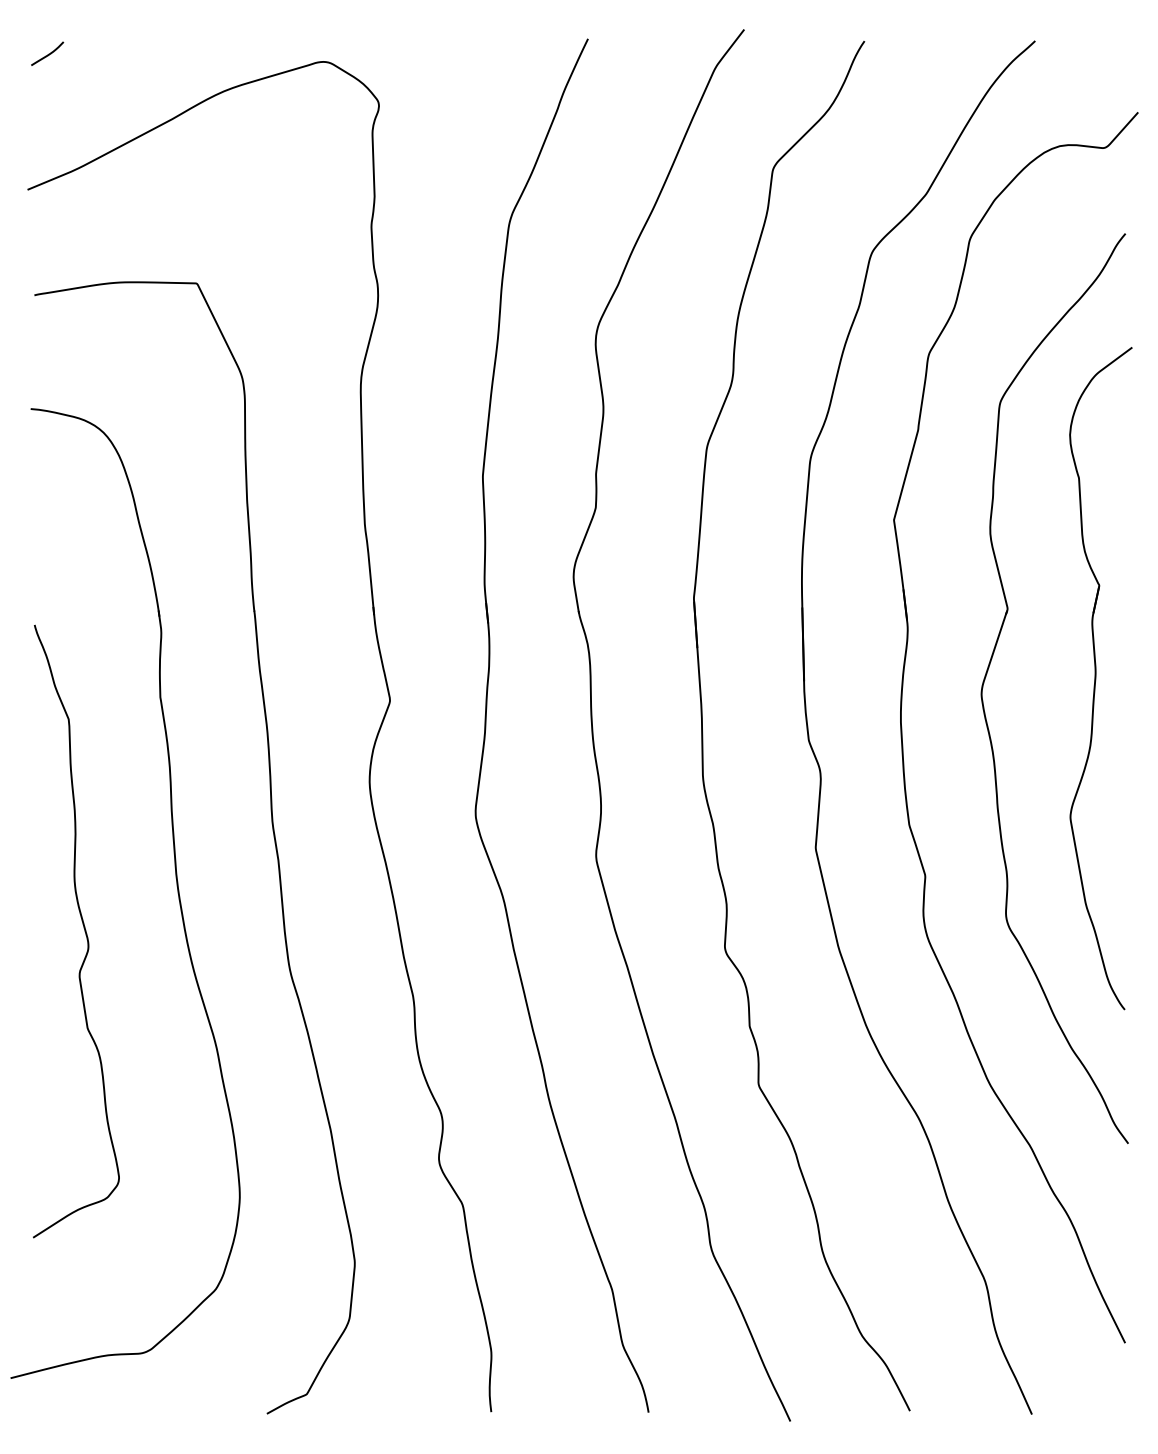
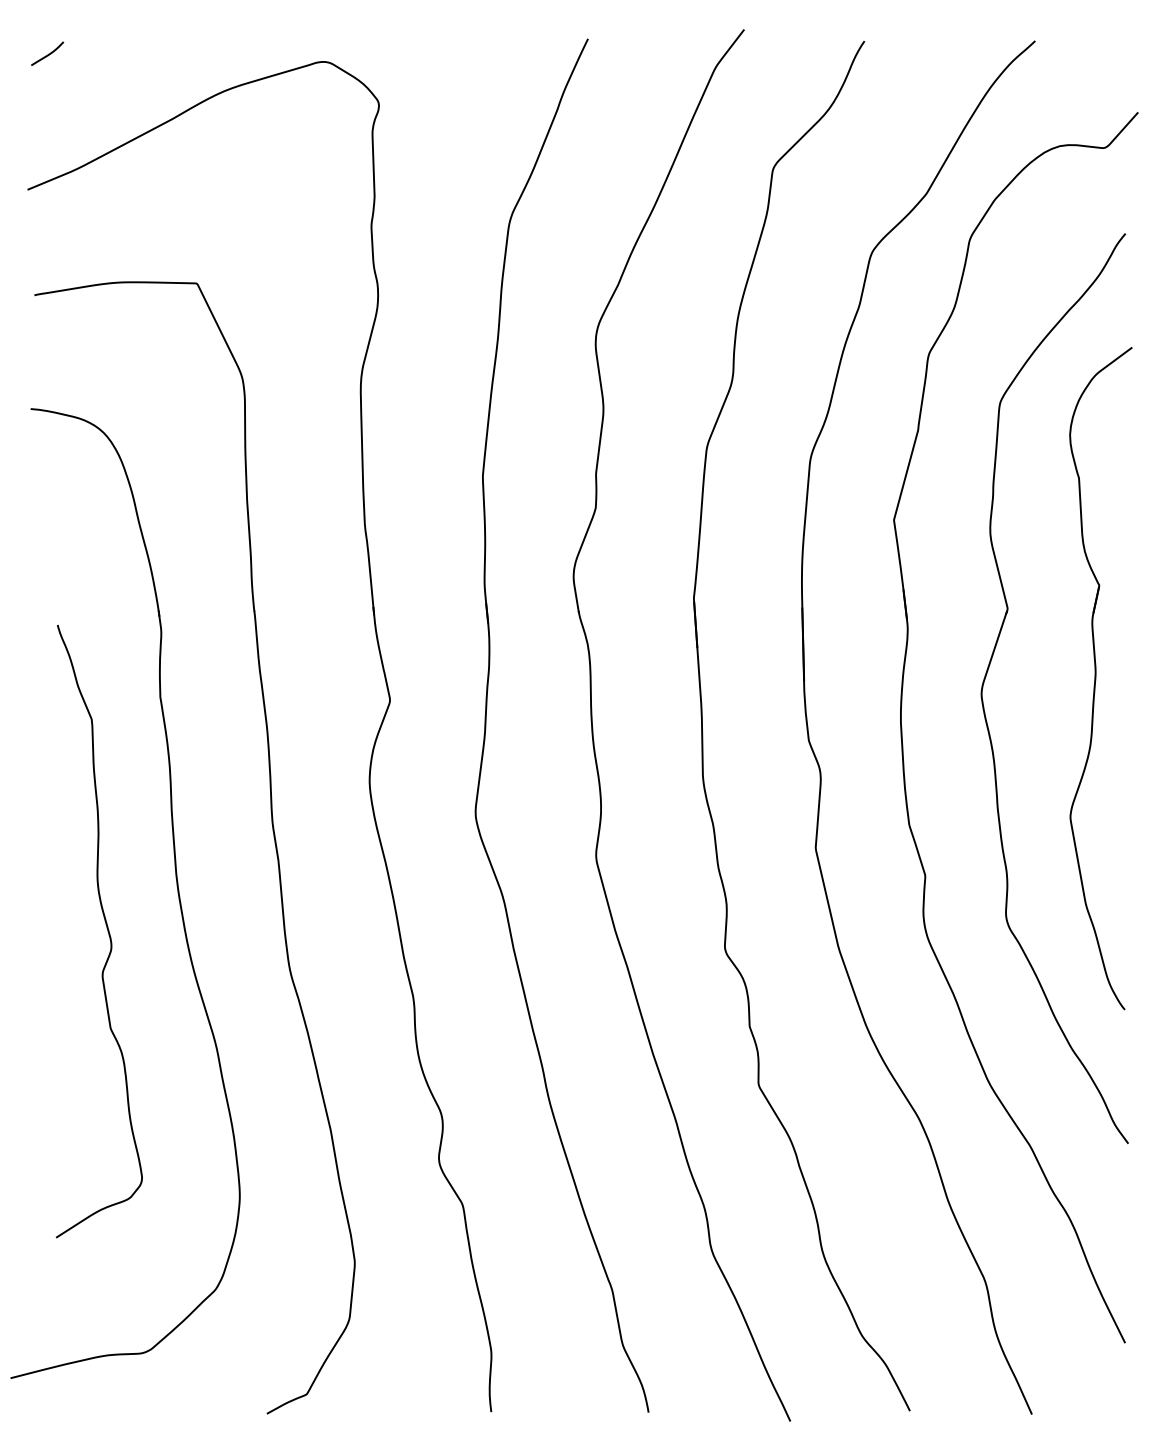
curve at (83, 928) position: (83, 928) -> (106, 928)
